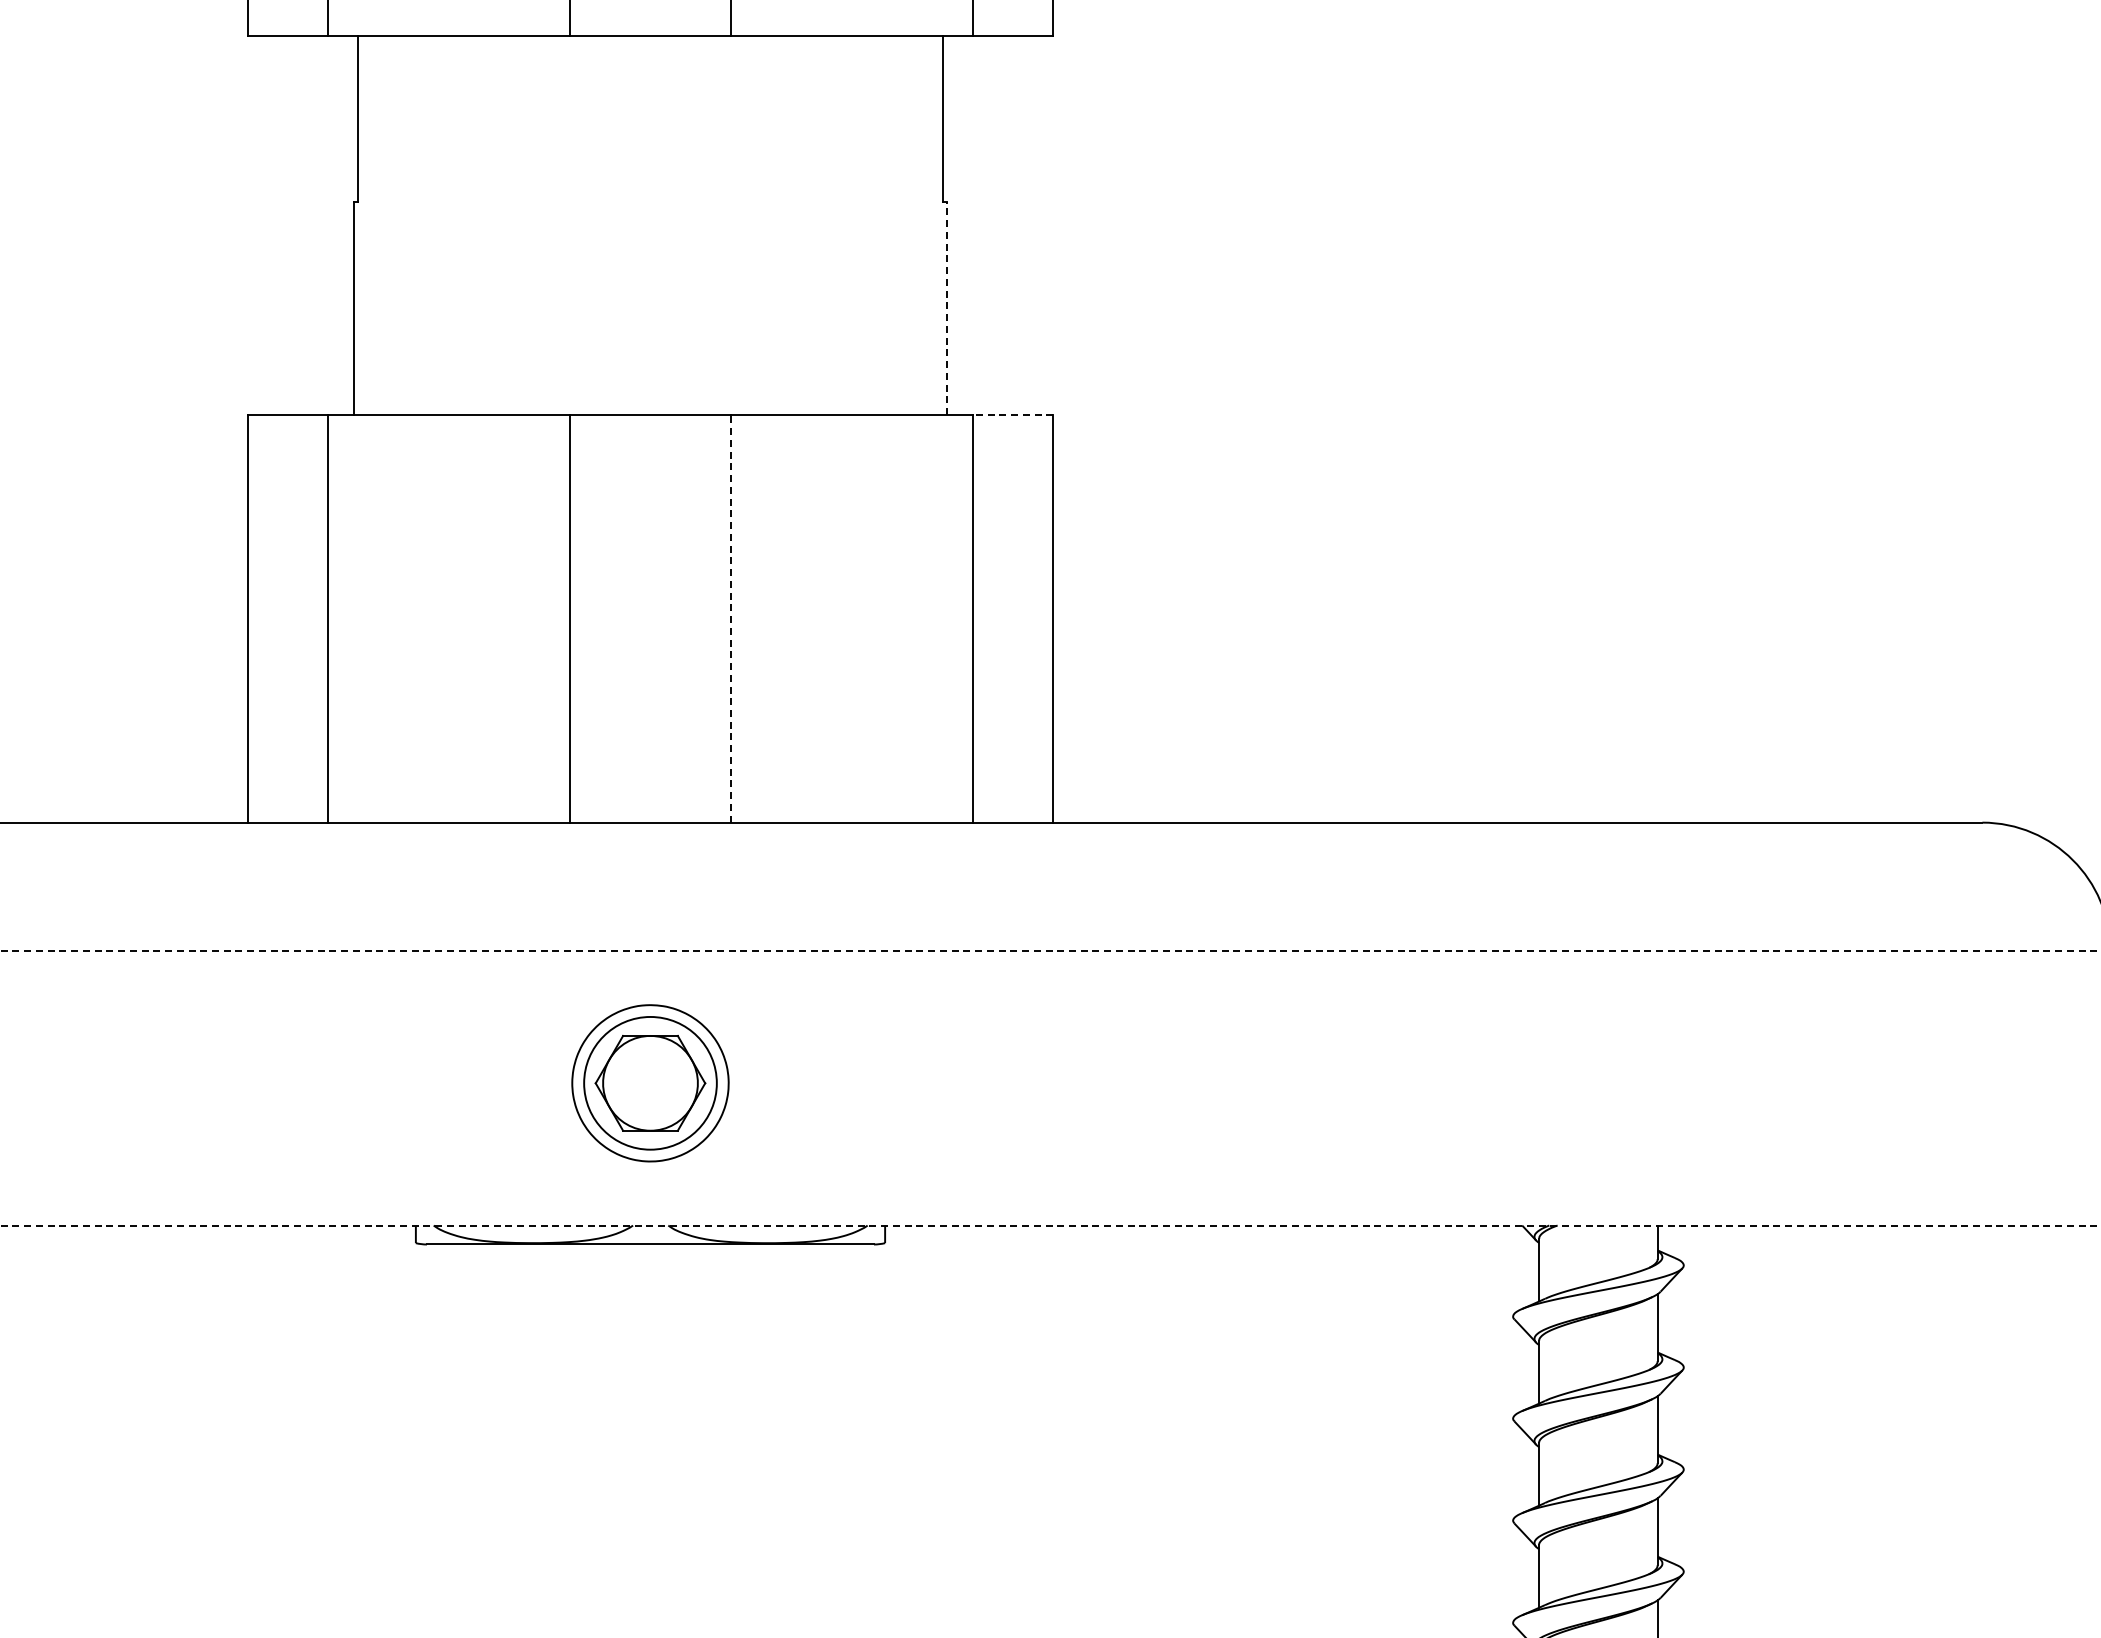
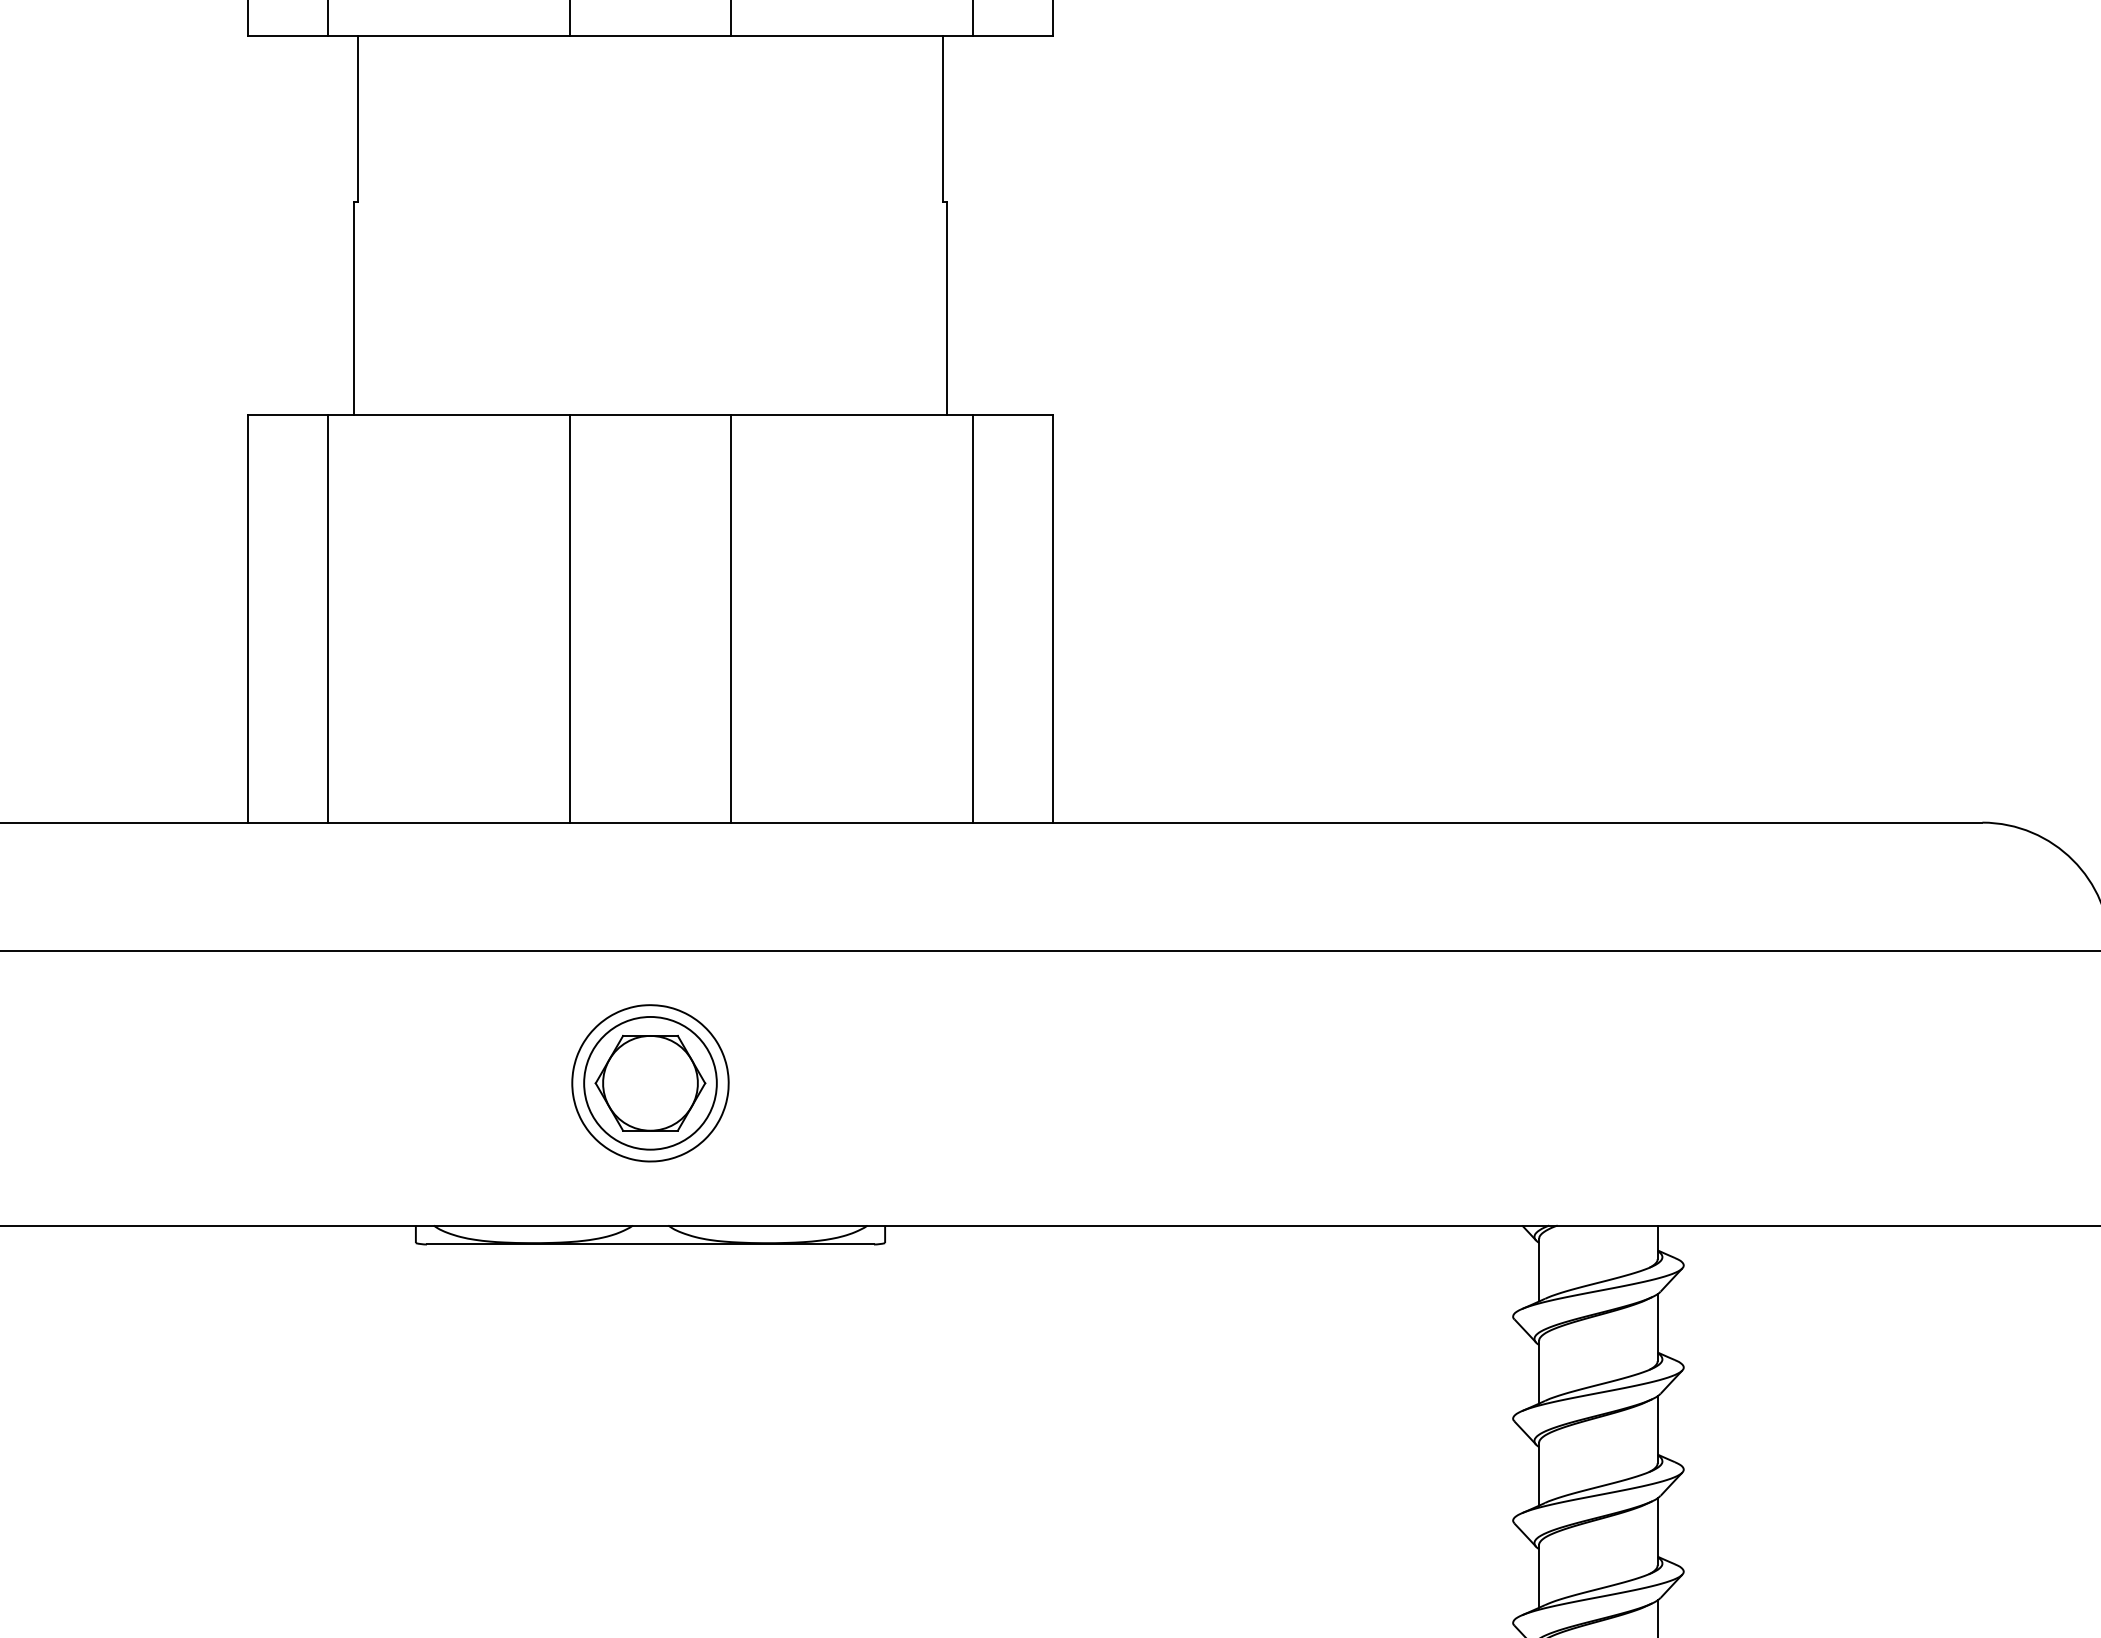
line at (946, 308): dashed -> solid
line at (1012, 415): dashed -> solid
line at (730, 618): dashed -> solid
line at (1050, 950): dashed -> solid
line at (1050, 1225): dashed -> solid
